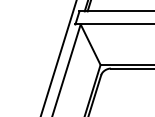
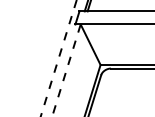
line at (58, 58): solid -> dashed
line at (66, 70): solid -> dashed
